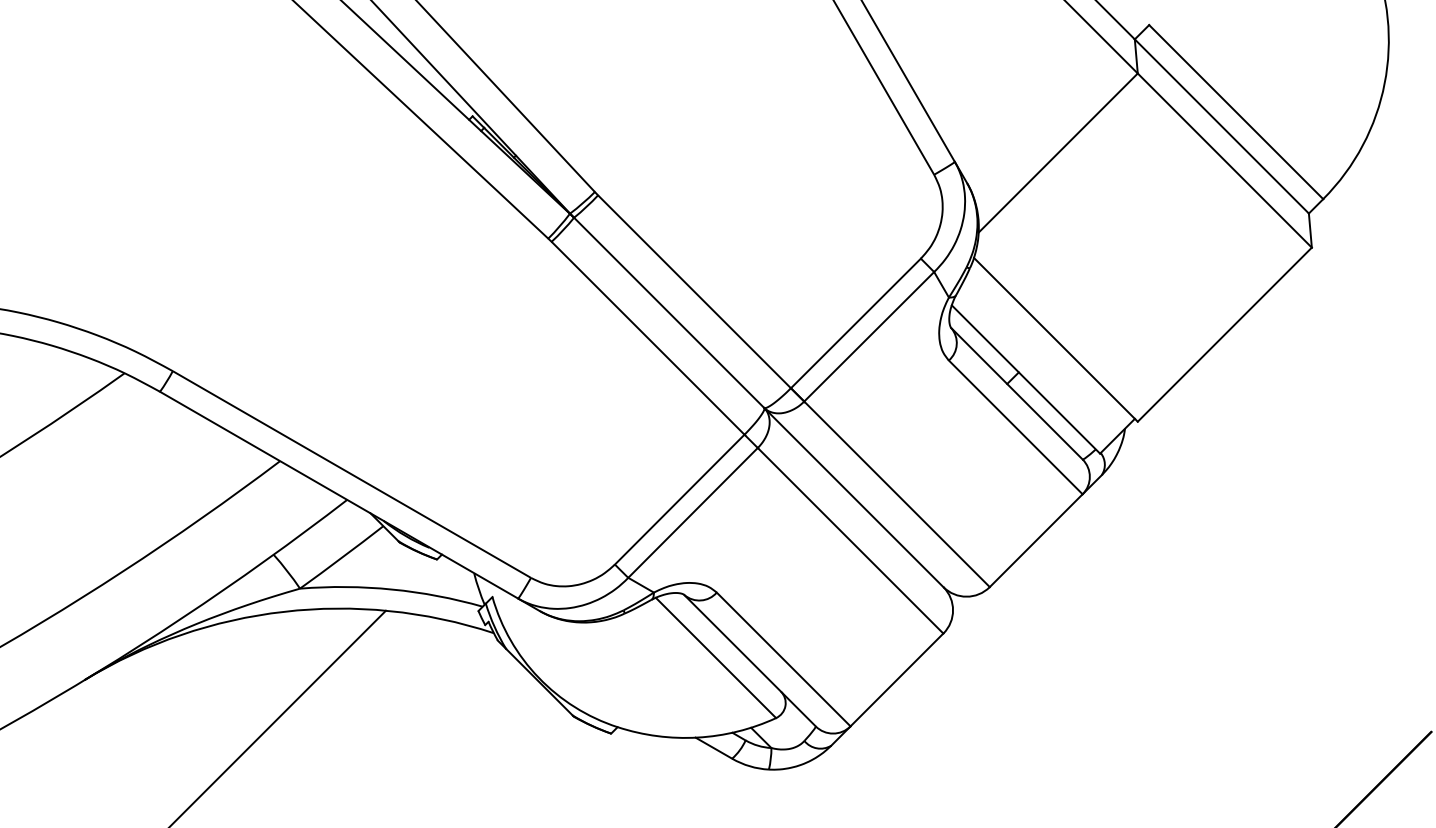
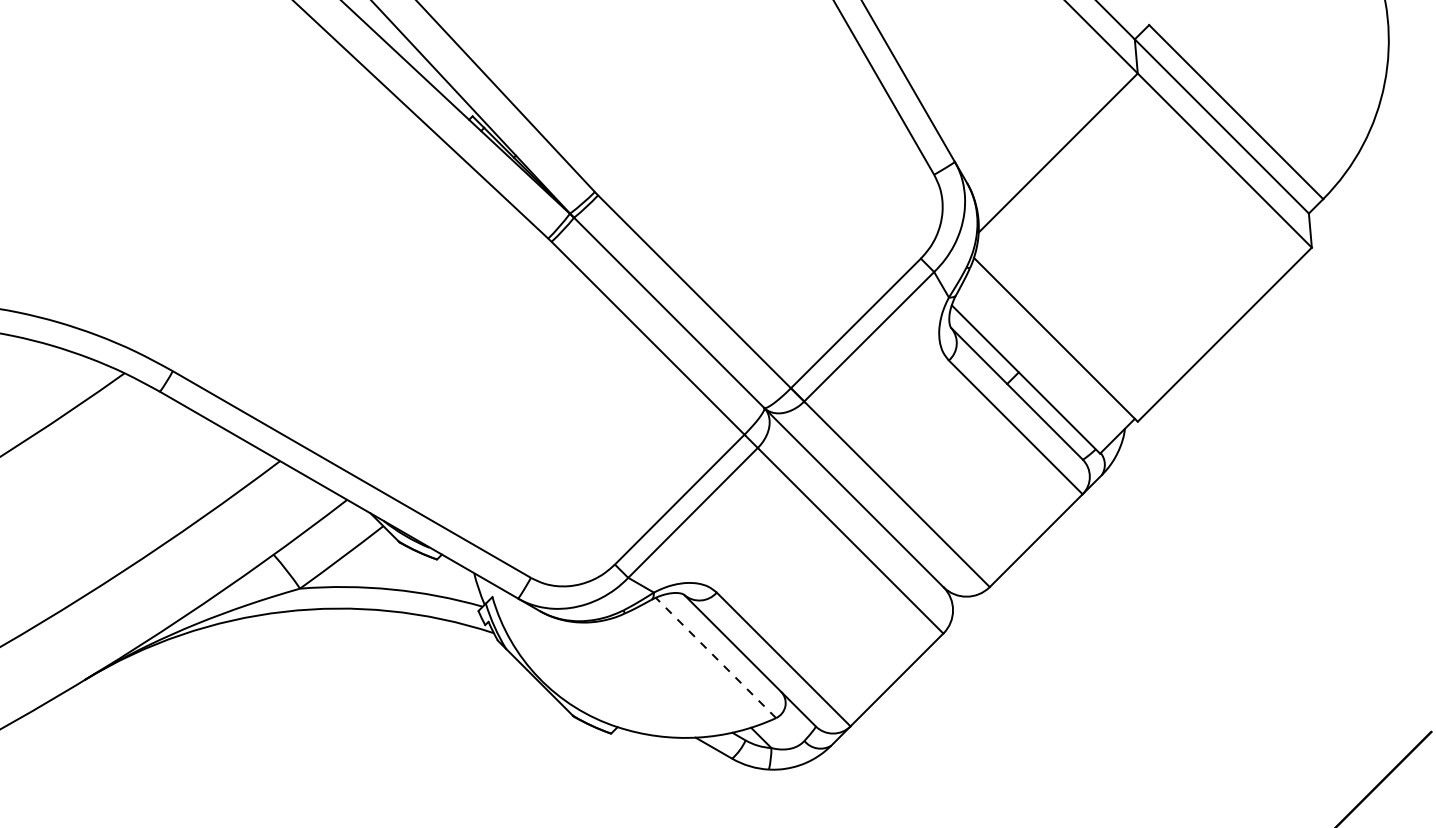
line at (715, 657): solid -> dashed
line at (278, 717): present -> none
